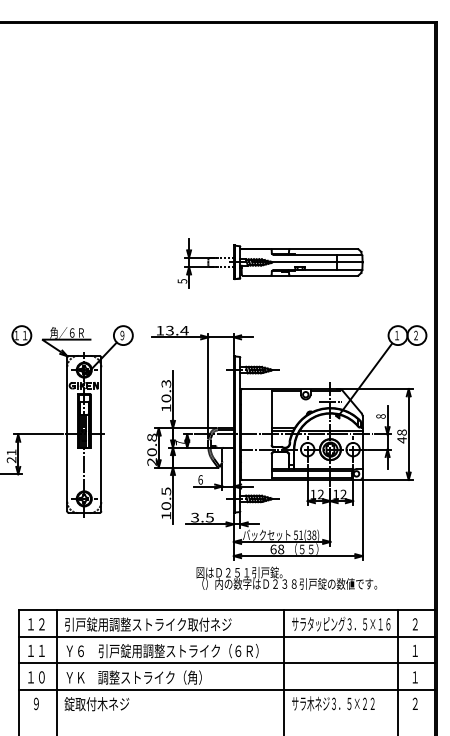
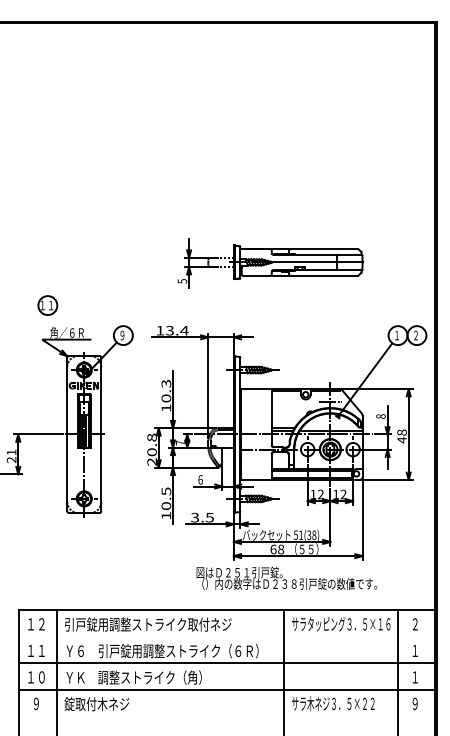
part at (21, 335) position: (21, 335) -> (47, 305)
line at (226, 636): present -> none
text at (414, 704): ２ -> ９
